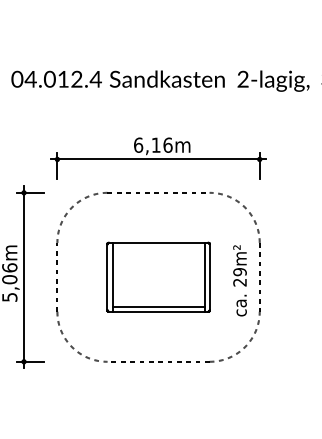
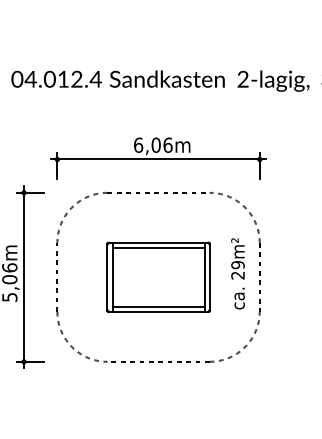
text at (155, 144): 6,16m -> 6,06m
line at (158, 247): none -> present
text at (239, 280) position: (239, 280) -> (237, 273)
